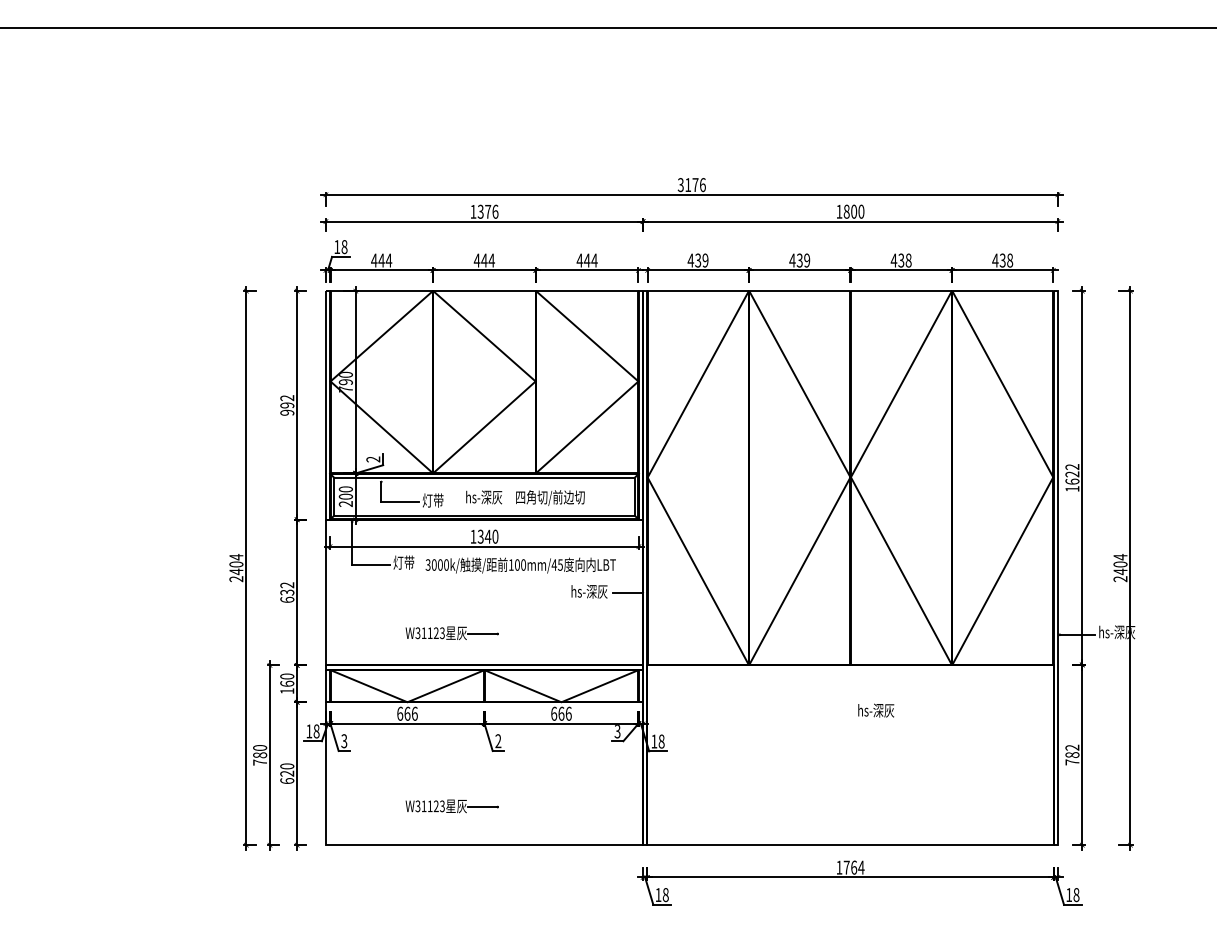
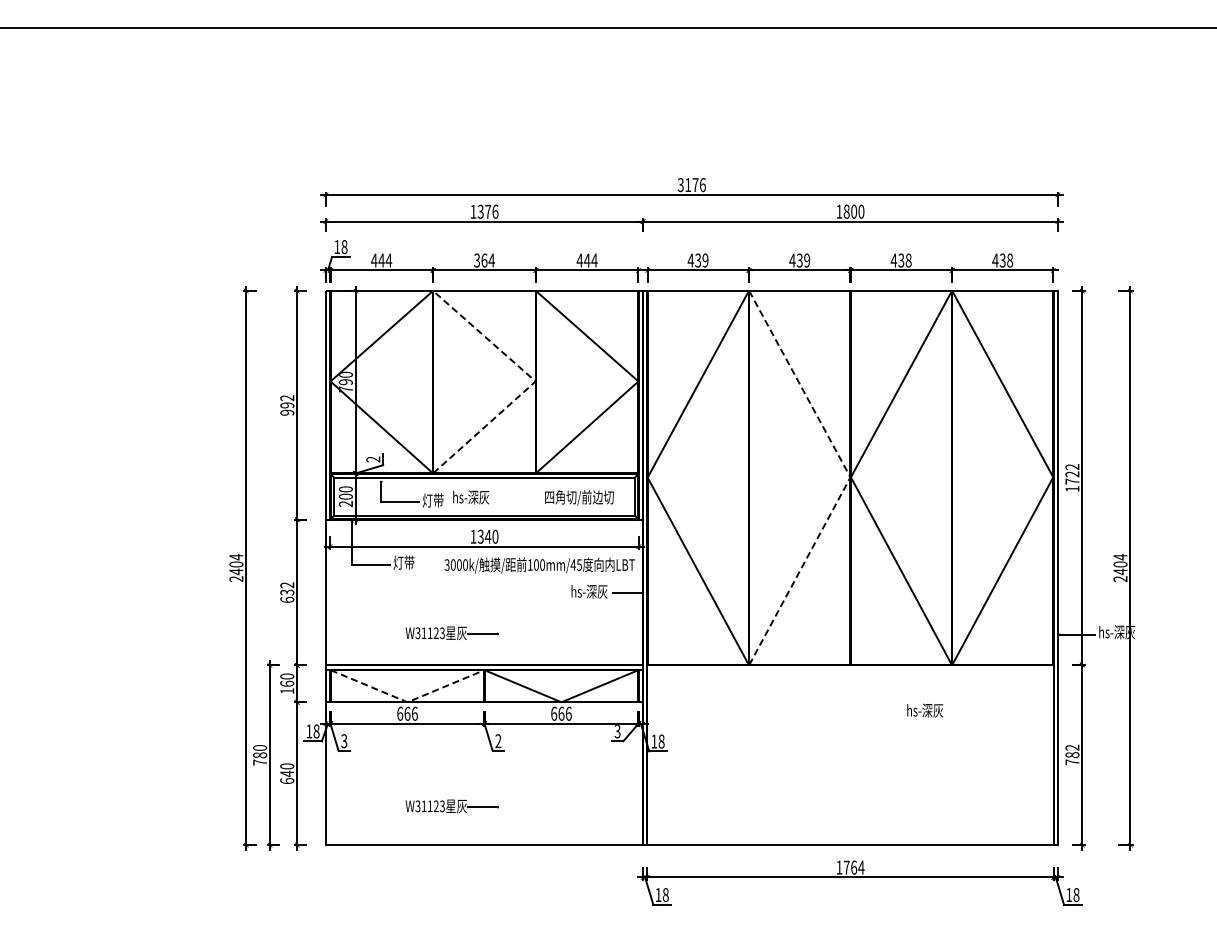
text at (480, 260): 444 -> 364
line at (535, 381): solid -> dashed
line at (850, 478): solid -> dashed
text at (1072, 481): 1622 -> 1722
text at (484, 497) position: (484, 497) -> (471, 497)
text at (550, 497) position: (550, 497) -> (579, 497)
text at (520, 565) position: (520, 565) -> (539, 565)
line at (407, 702): solid -> dashed
text at (876, 710) position: (876, 710) -> (925, 710)
text at (287, 773): 620 -> 640
